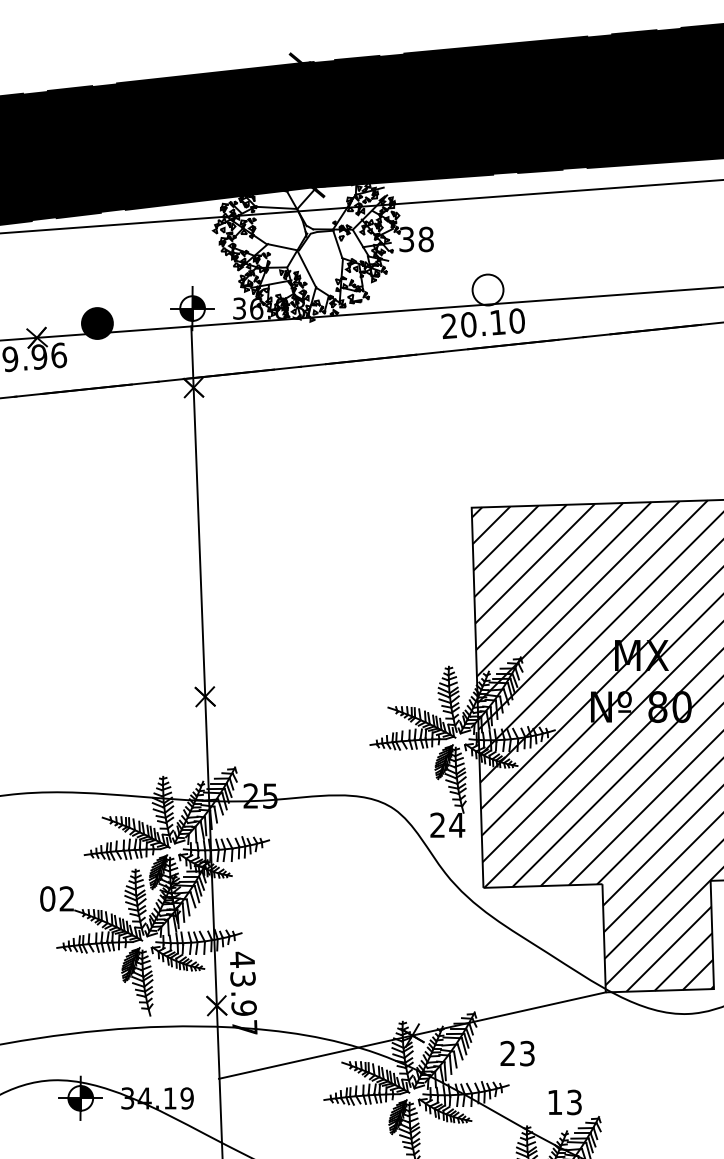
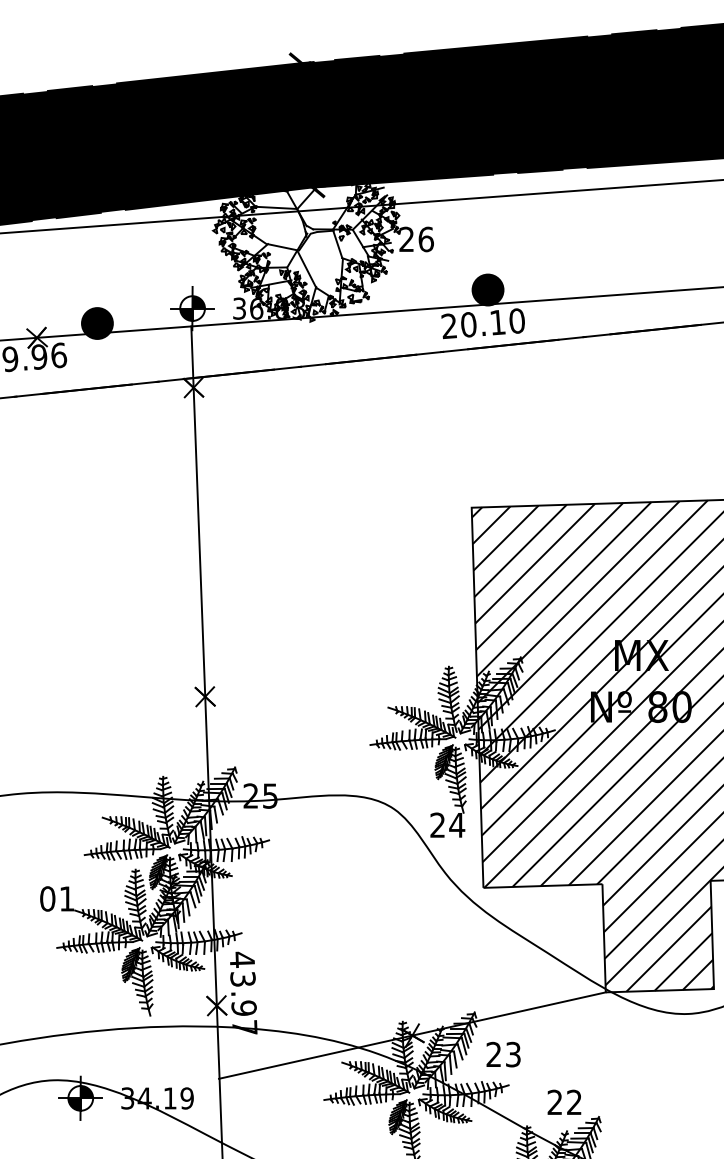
text at (416, 239): 38 -> 26
fill at (487, 289): none -> present
text at (66, 898): 02 -> 01
text at (517, 1053) position: (517, 1053) -> (503, 1054)
text at (564, 1102): 13 -> 22
